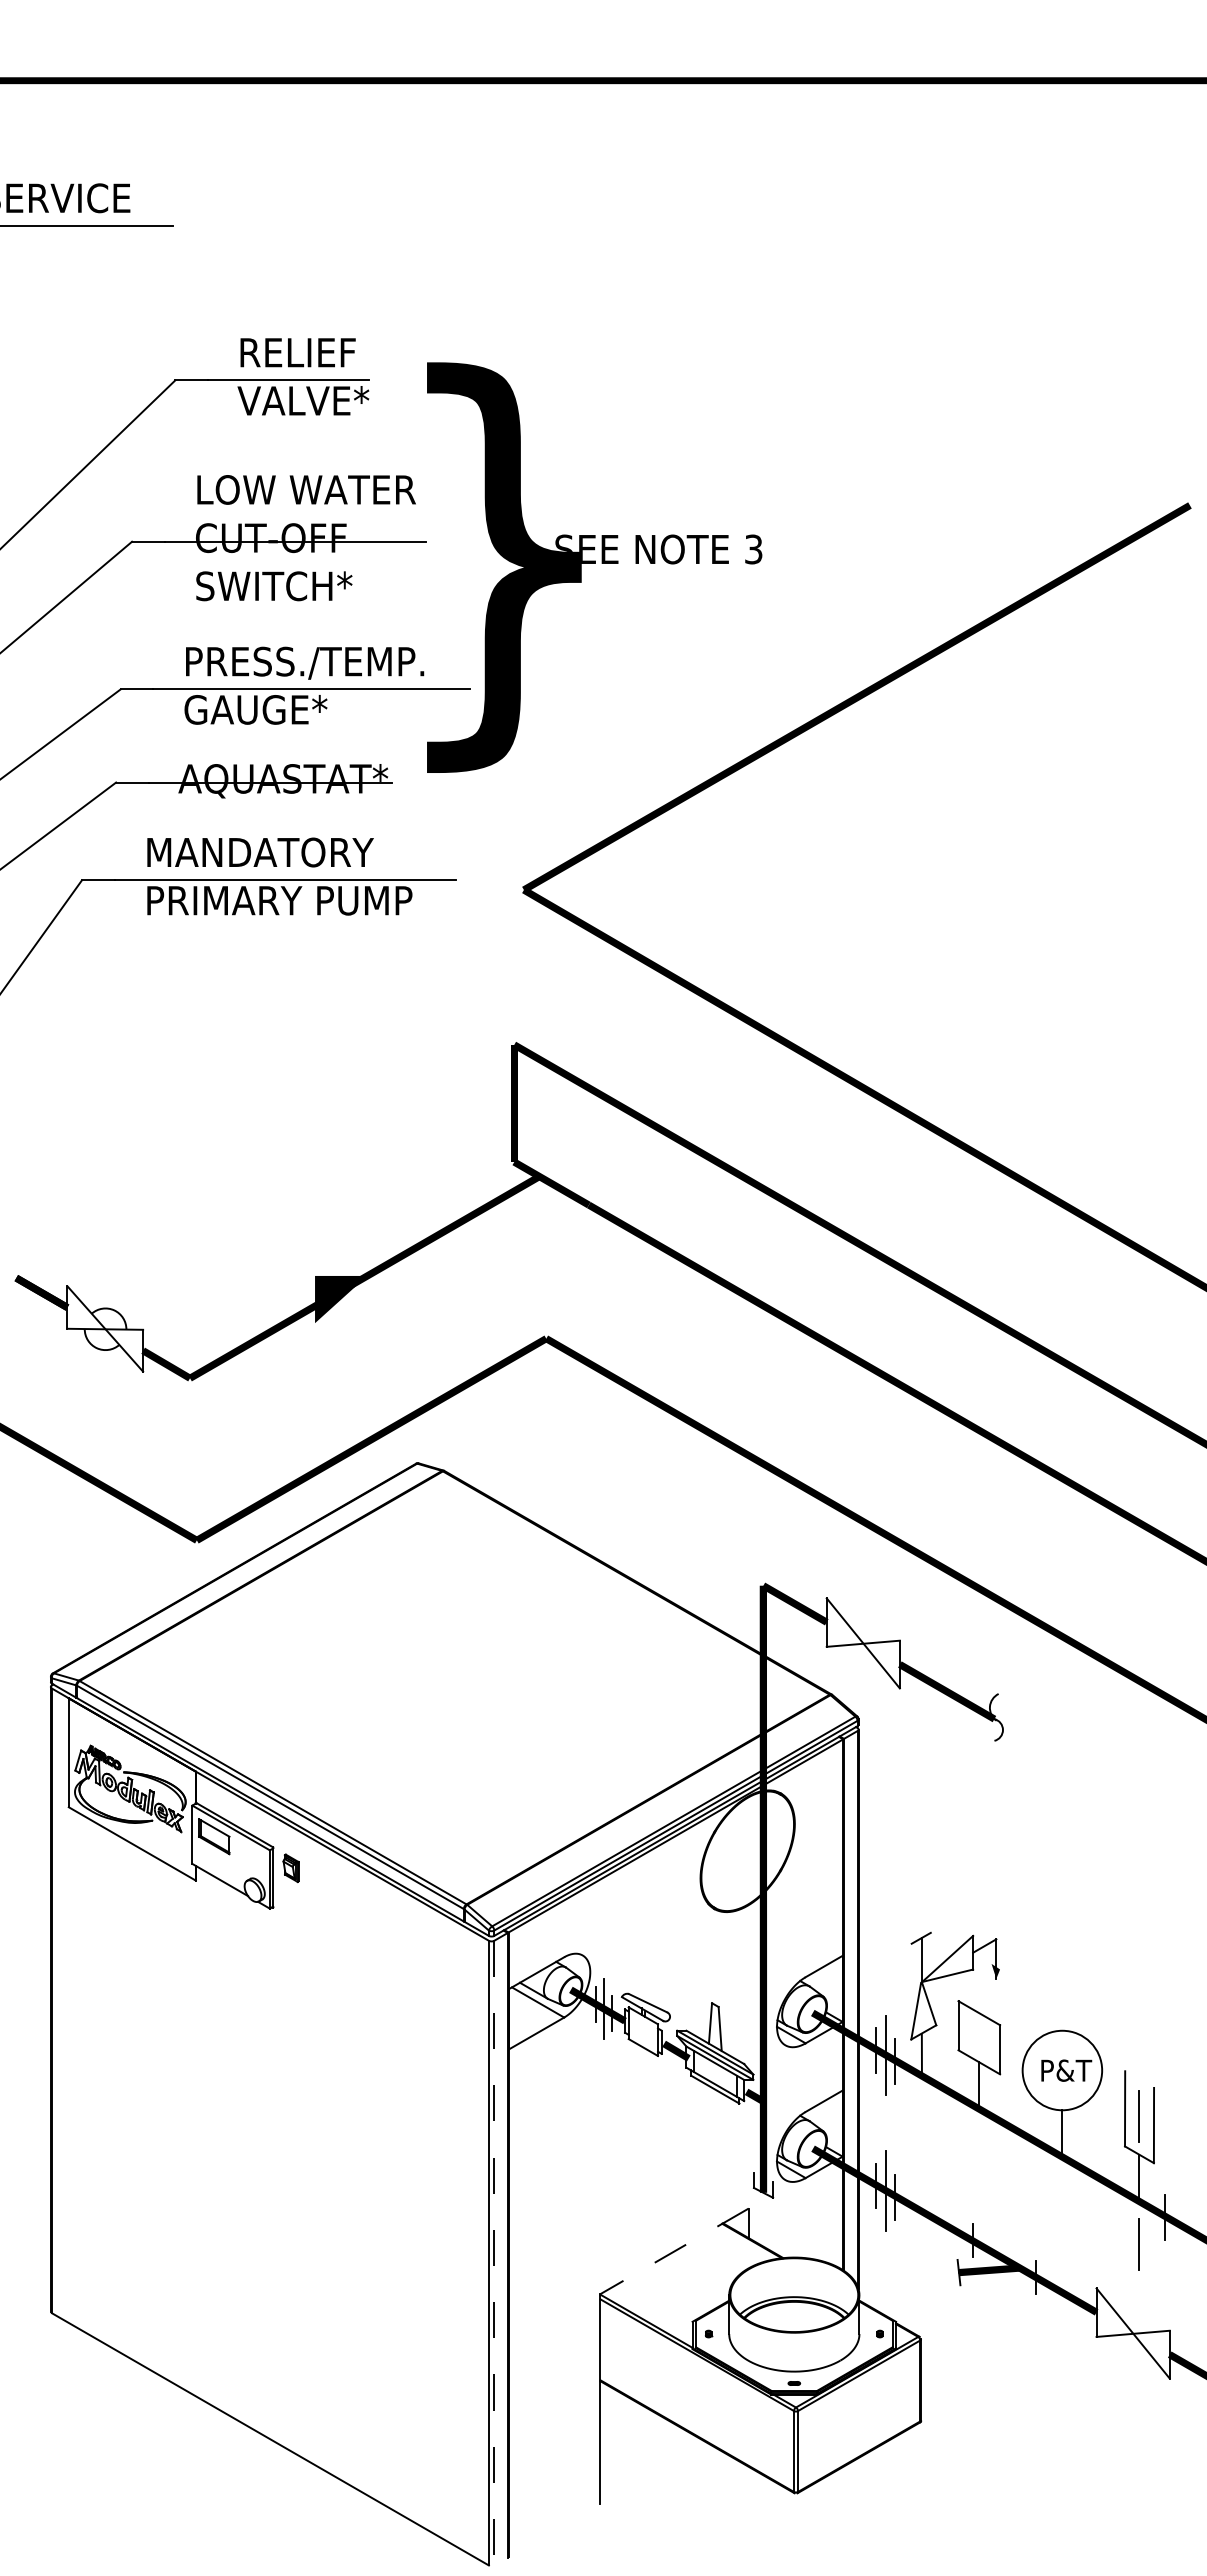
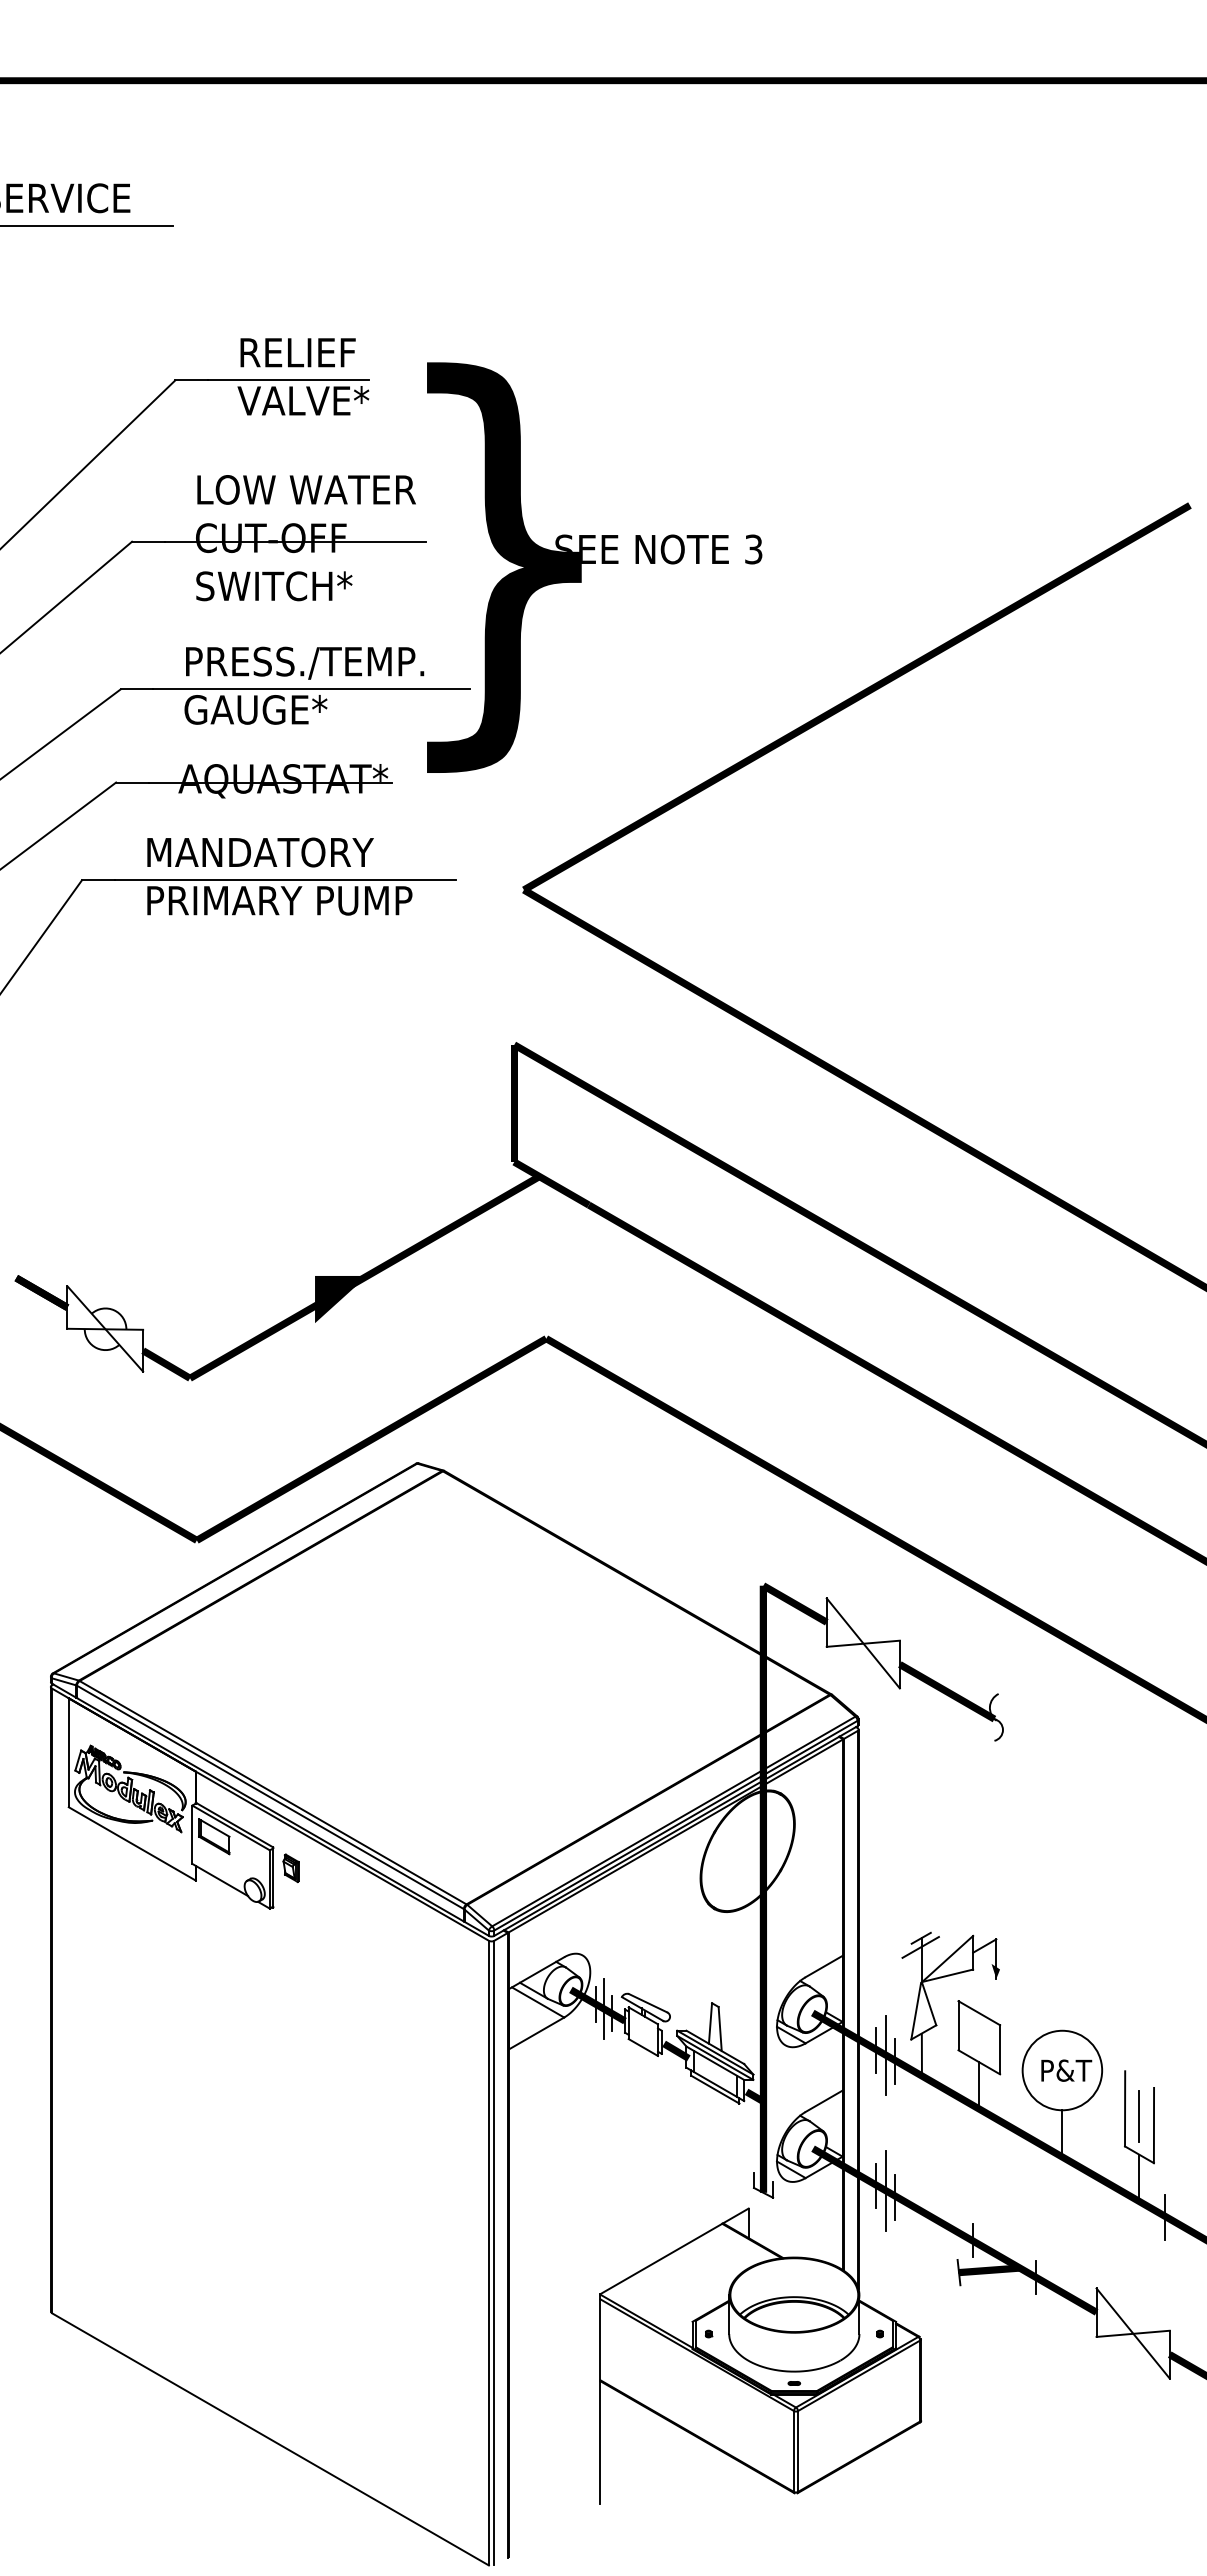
line at (920, 1946): none -> present
line at (1138, 2244): present -> none
line at (674, 2251): dashed -> solid
line at (494, 2253): dashed -> solid
